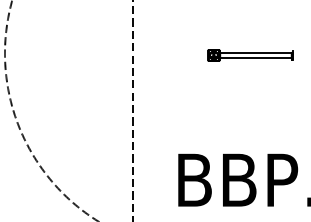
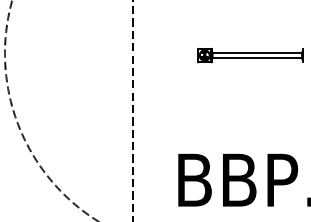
part at (250, 55) size: 87x13 px -> 107x17 px
